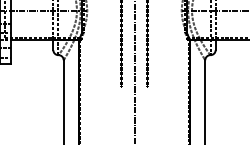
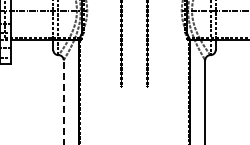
line at (134, 71): present -> none
line at (63, 102): solid -> dashed
